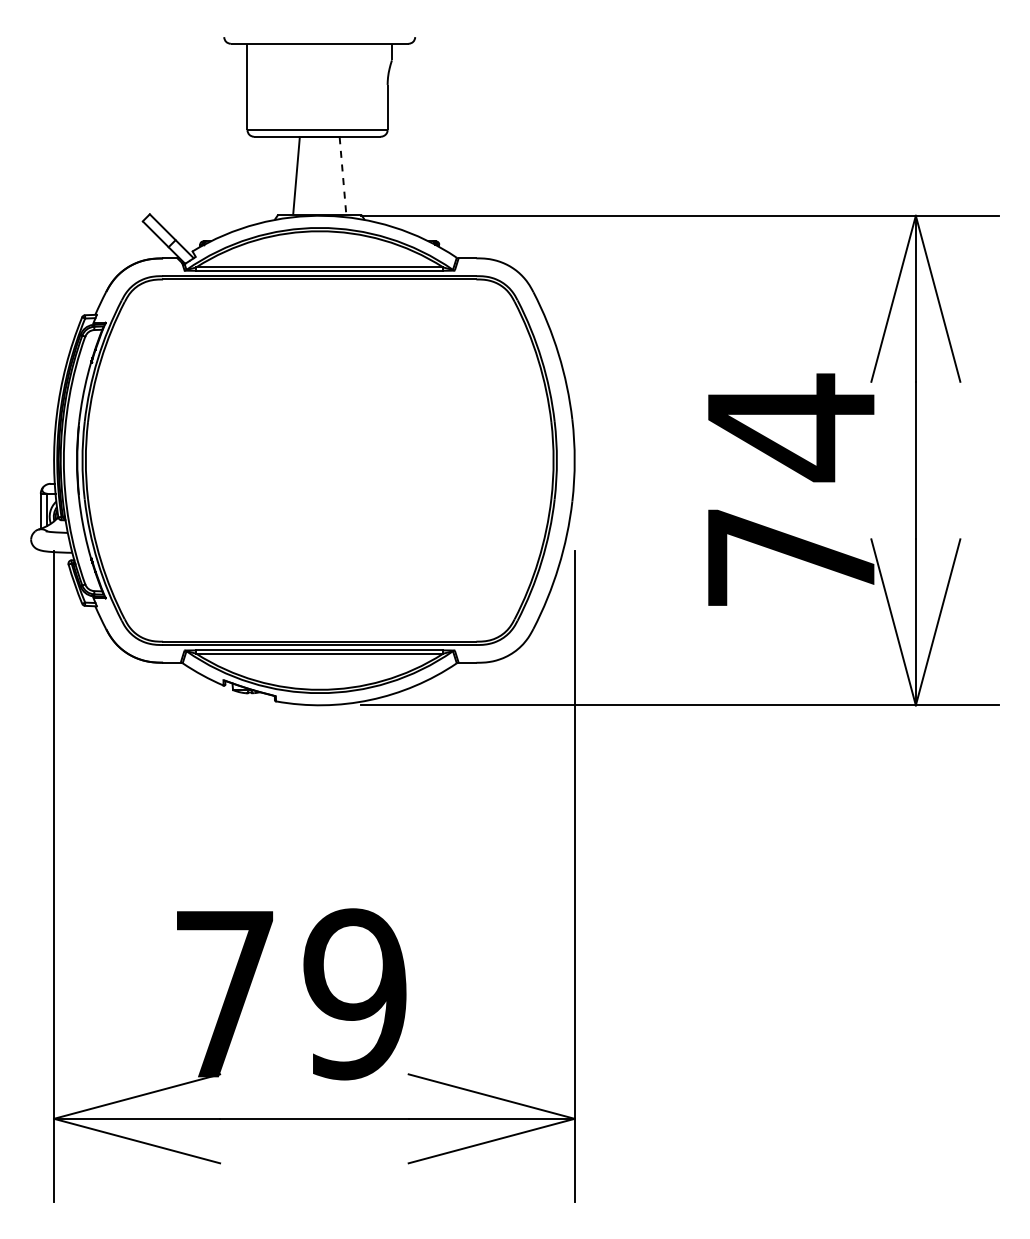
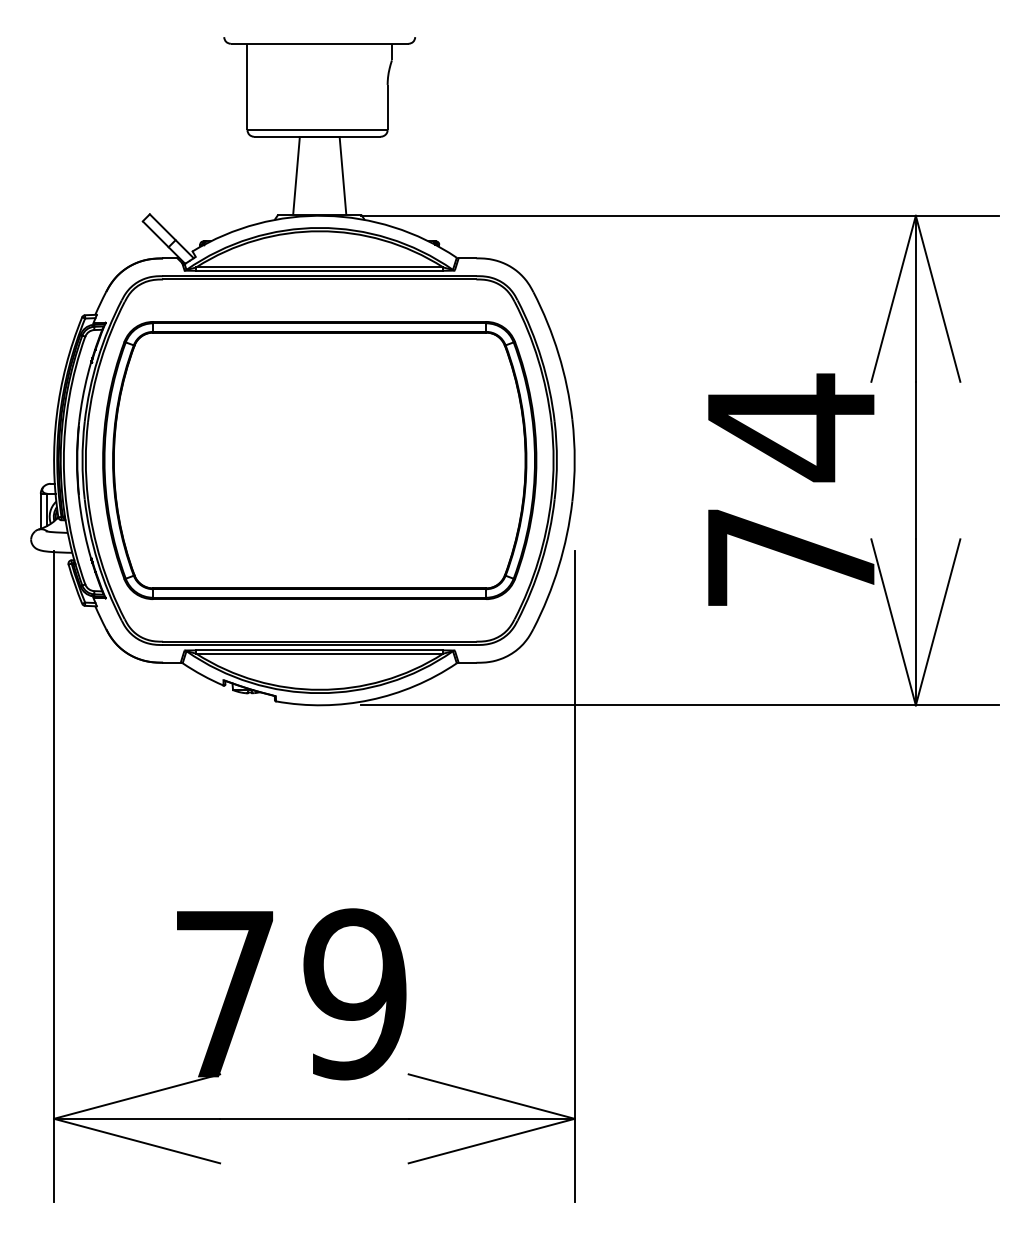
line at (343, 176): dashed -> solid
part at (319, 460): none -> present
